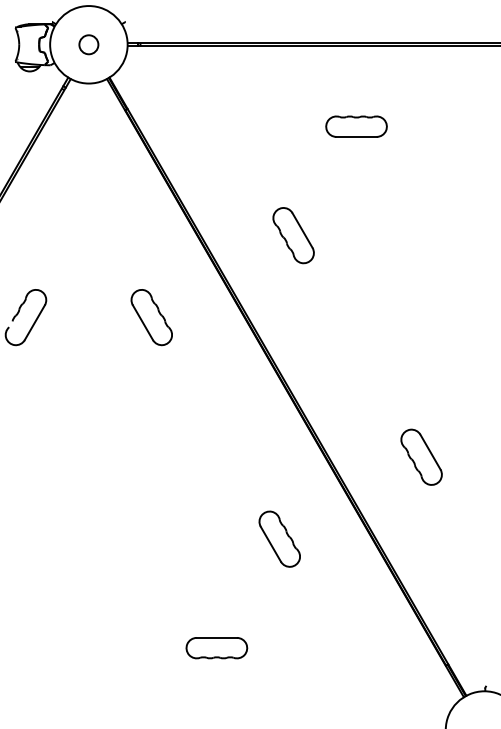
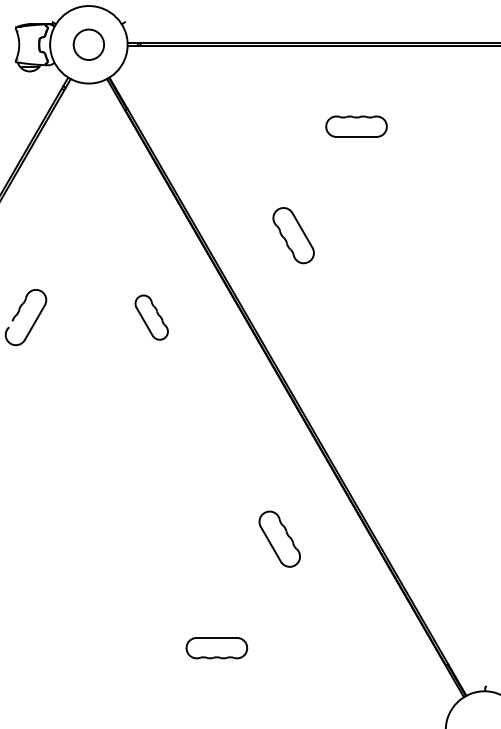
circle at (88, 44) diameter: 19 px -> 30 px
part at (151, 317) size: 43x58 px -> 35x47 px
part at (421, 456): present -> none
